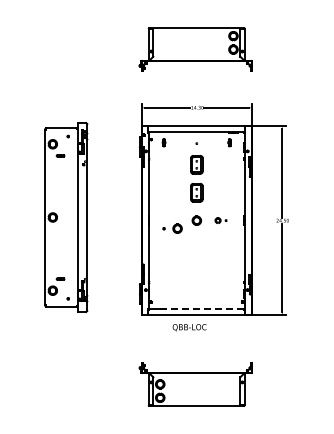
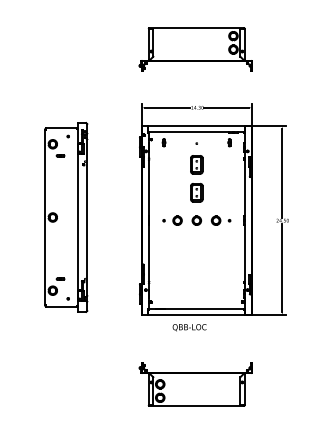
part at (220, 220) size: 14x7 px -> 22x11 px
part at (172, 228) position: (172, 228) -> (172, 220)
line at (196, 309): dashed -> solid
